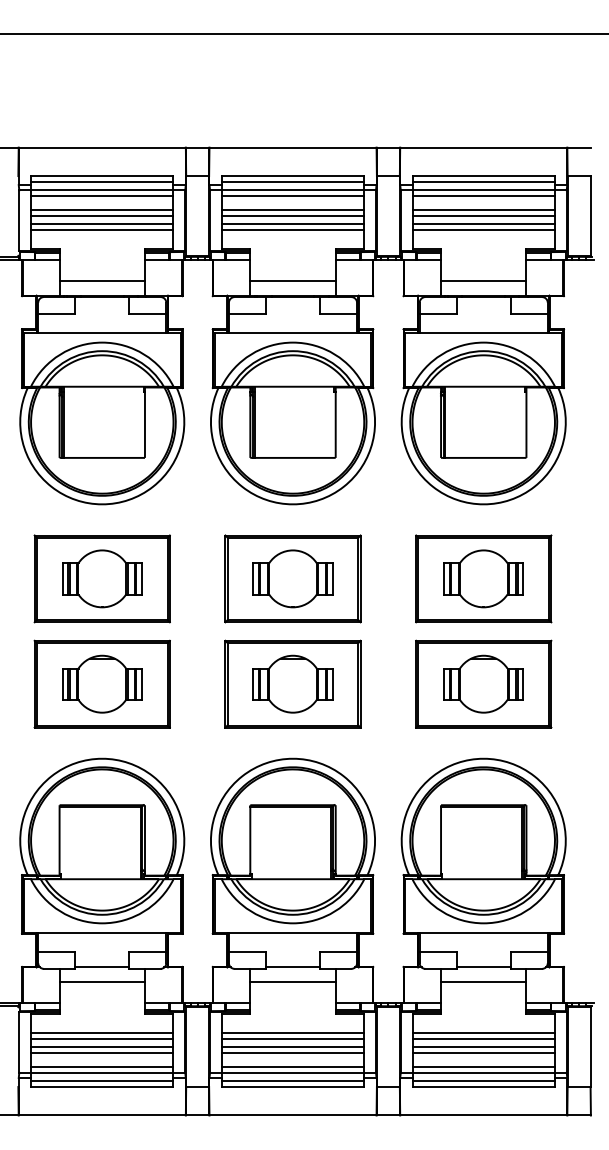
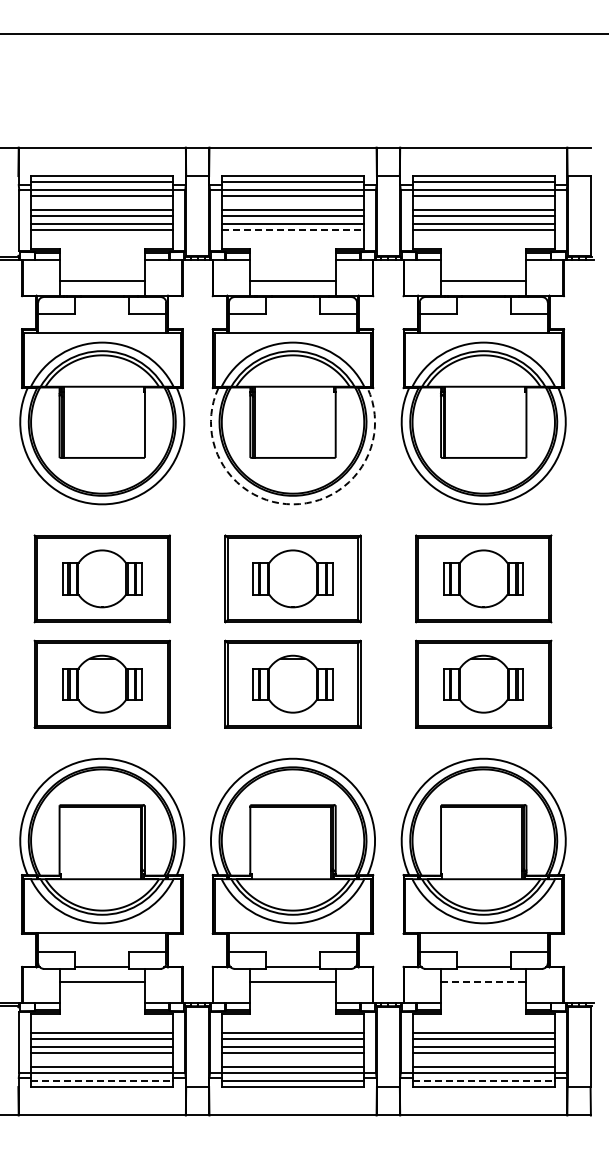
line at (293, 230): solid -> dashed
arc at (293, 504): solid -> dashed
line at (483, 981): solid -> dashed
line at (102, 1081): solid -> dashed
line at (484, 1081): solid -> dashed
